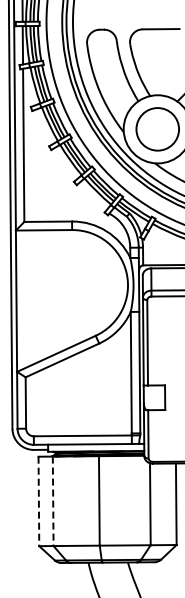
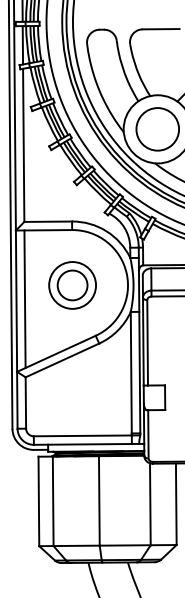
part at (72, 285): none -> present
line at (24, 298): none -> present
line at (38, 501): dashed -> solid
line at (53, 501): dashed -> solid
